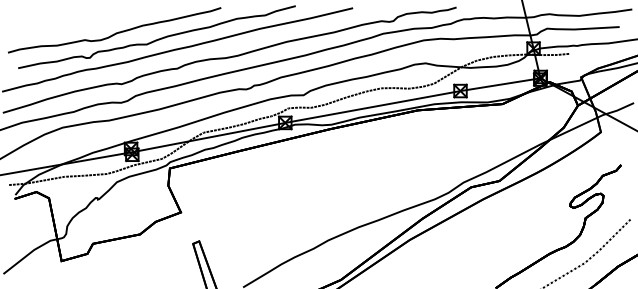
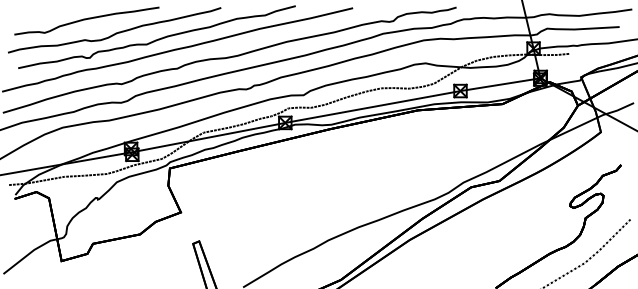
curve at (86, 19): none -> present
